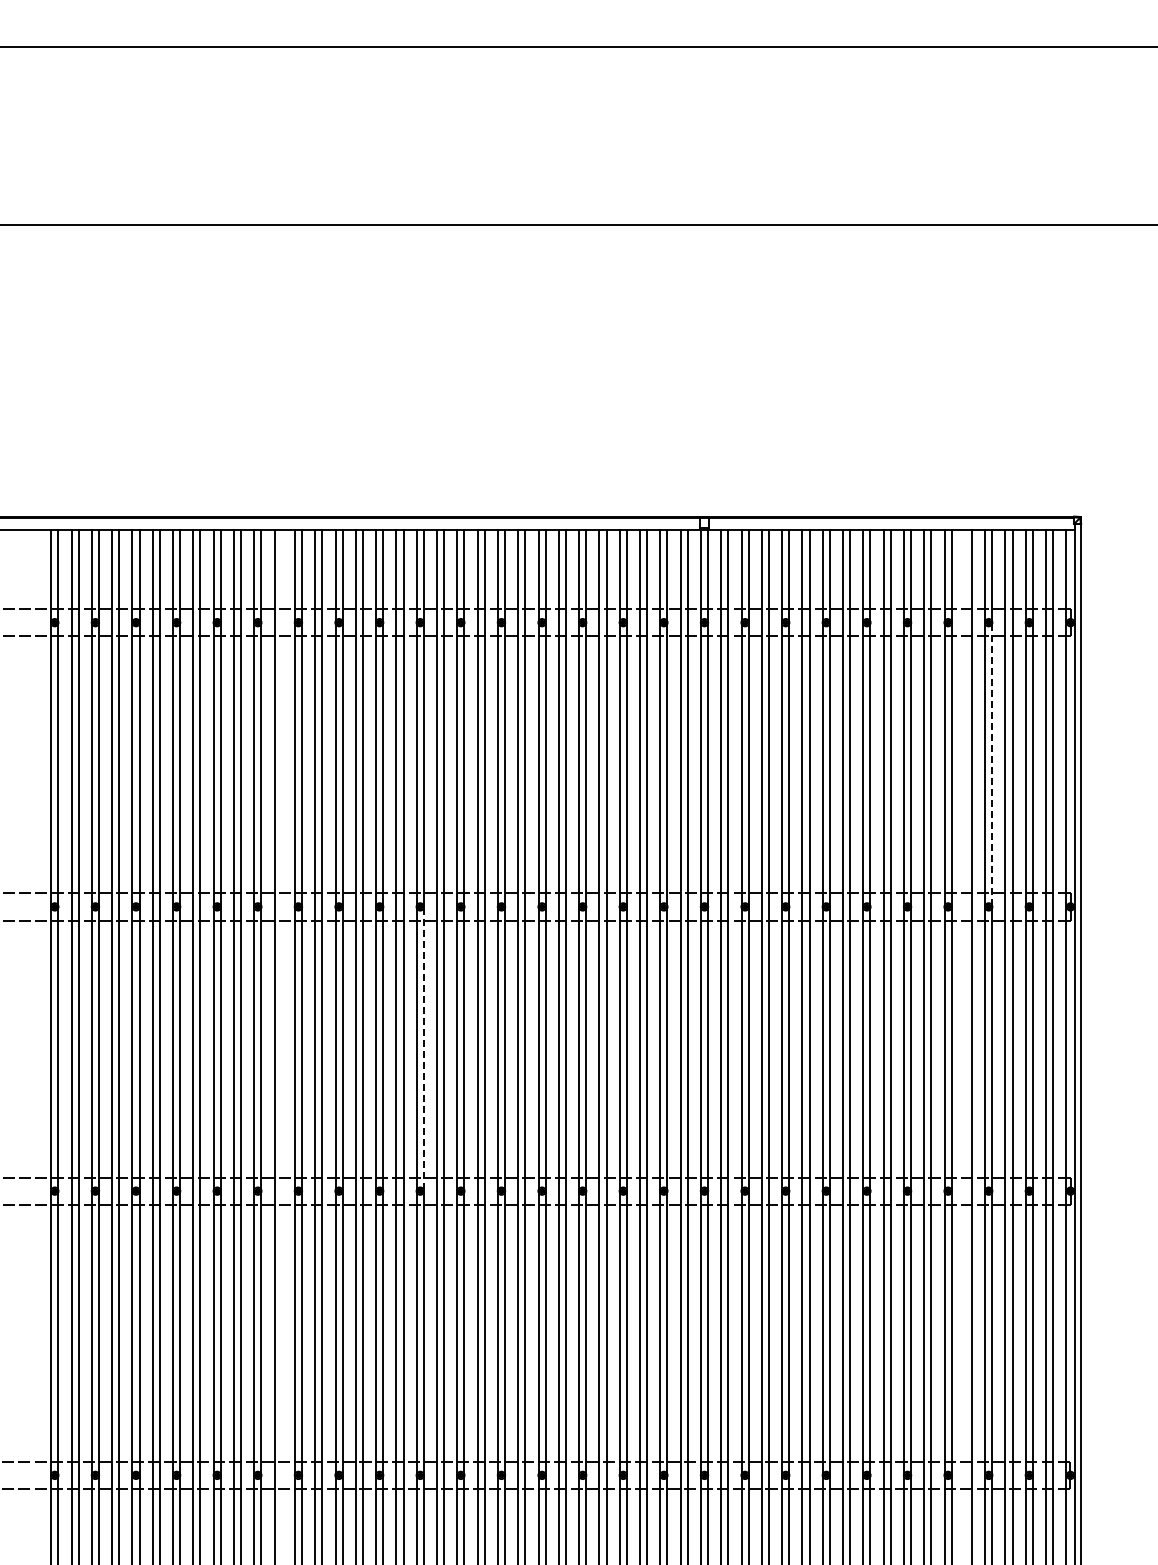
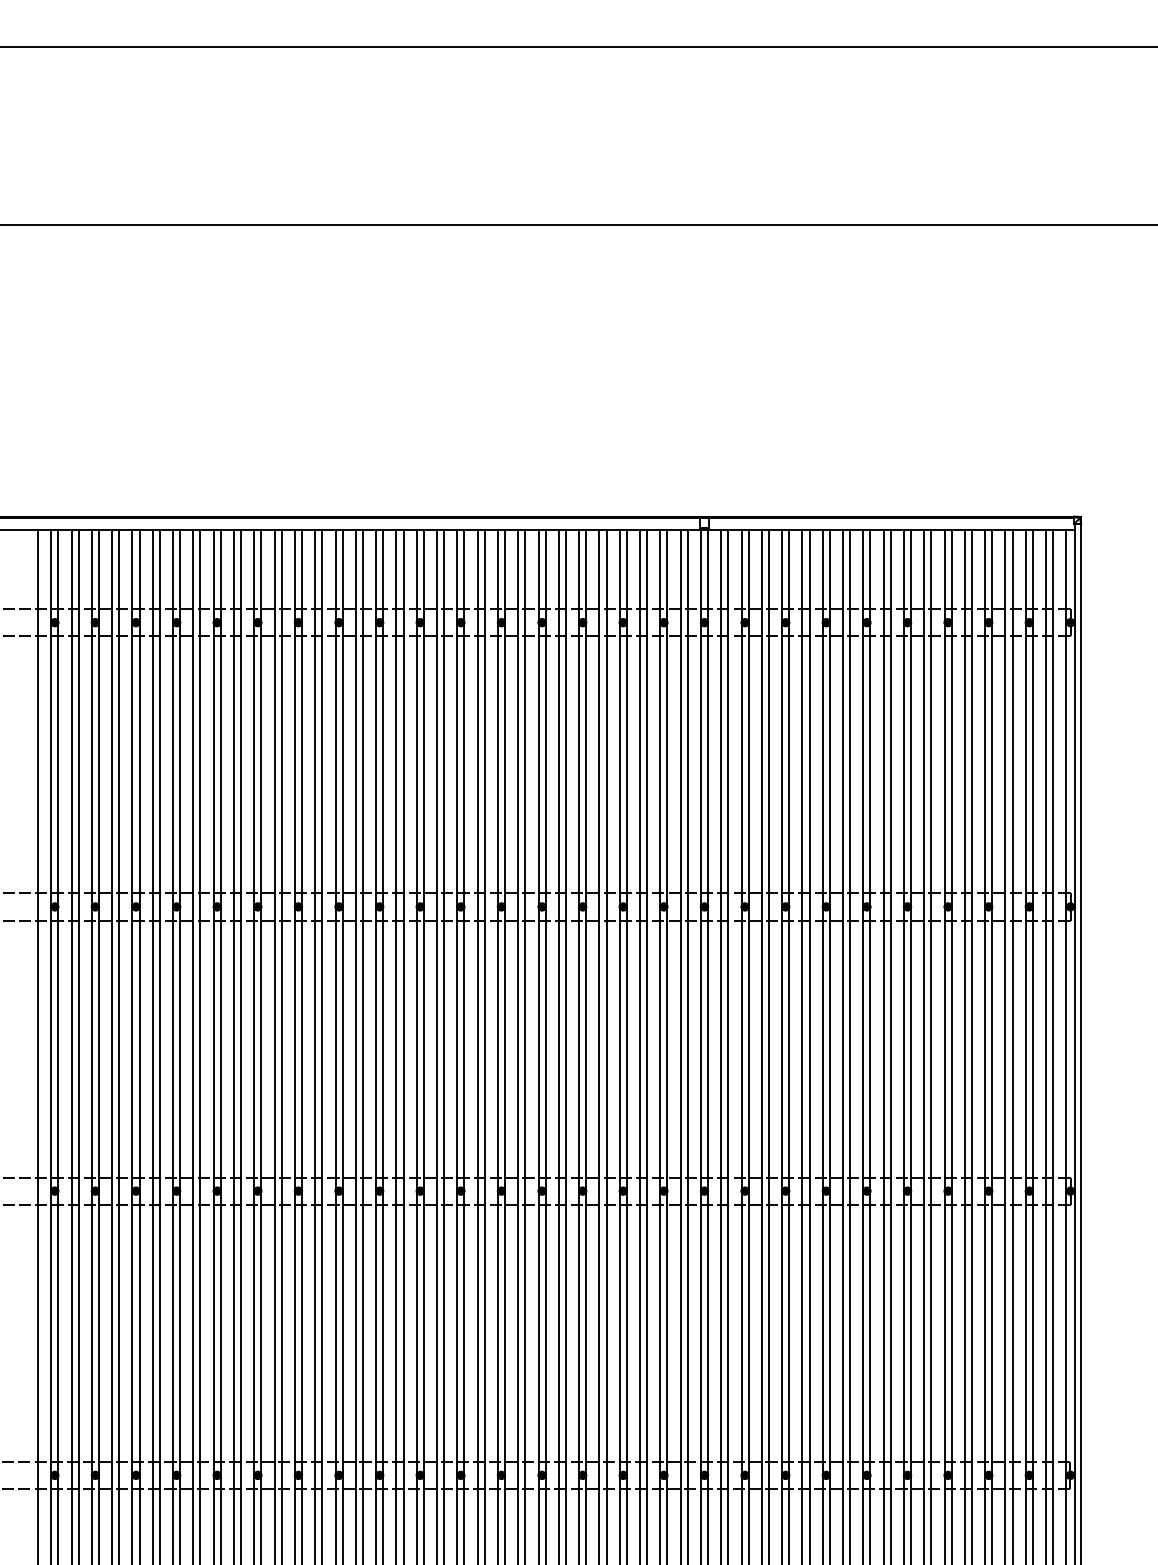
line at (992, 764): dashed -> solid
line at (38, 1045): none -> present
line at (281, 1045): none -> present
line at (964, 1045): none -> present
line at (423, 1048): dashed -> solid
